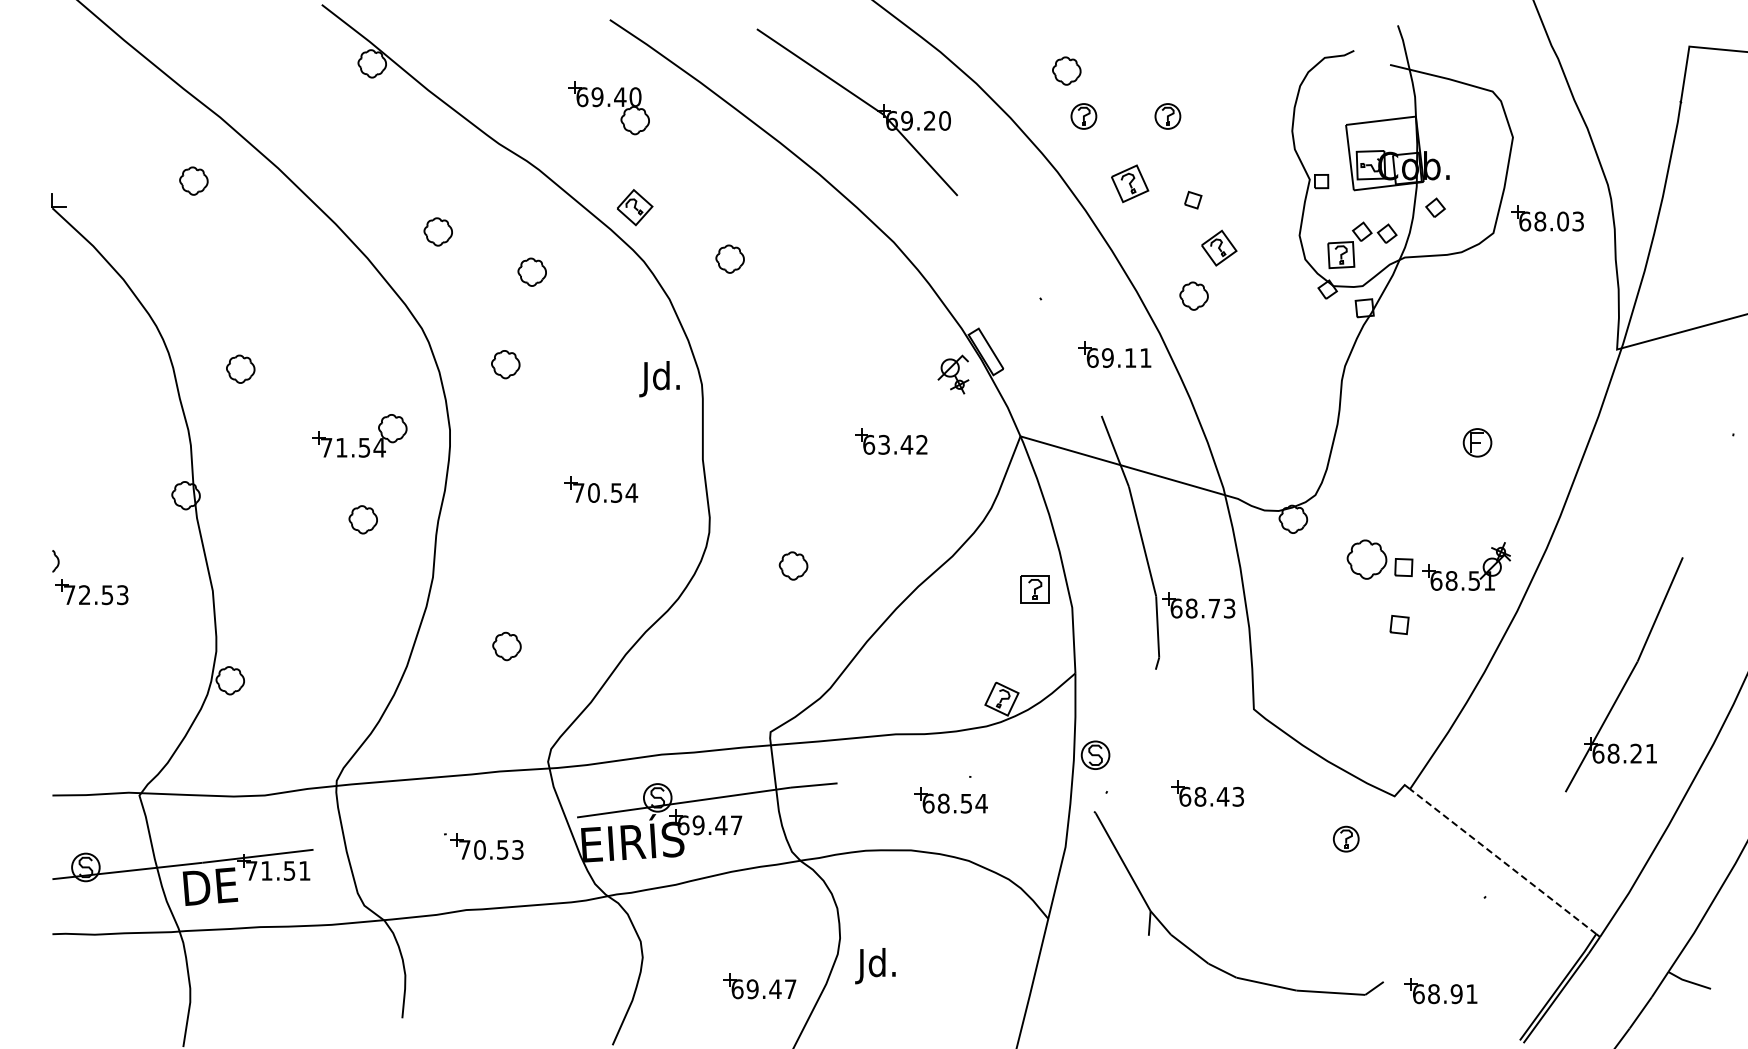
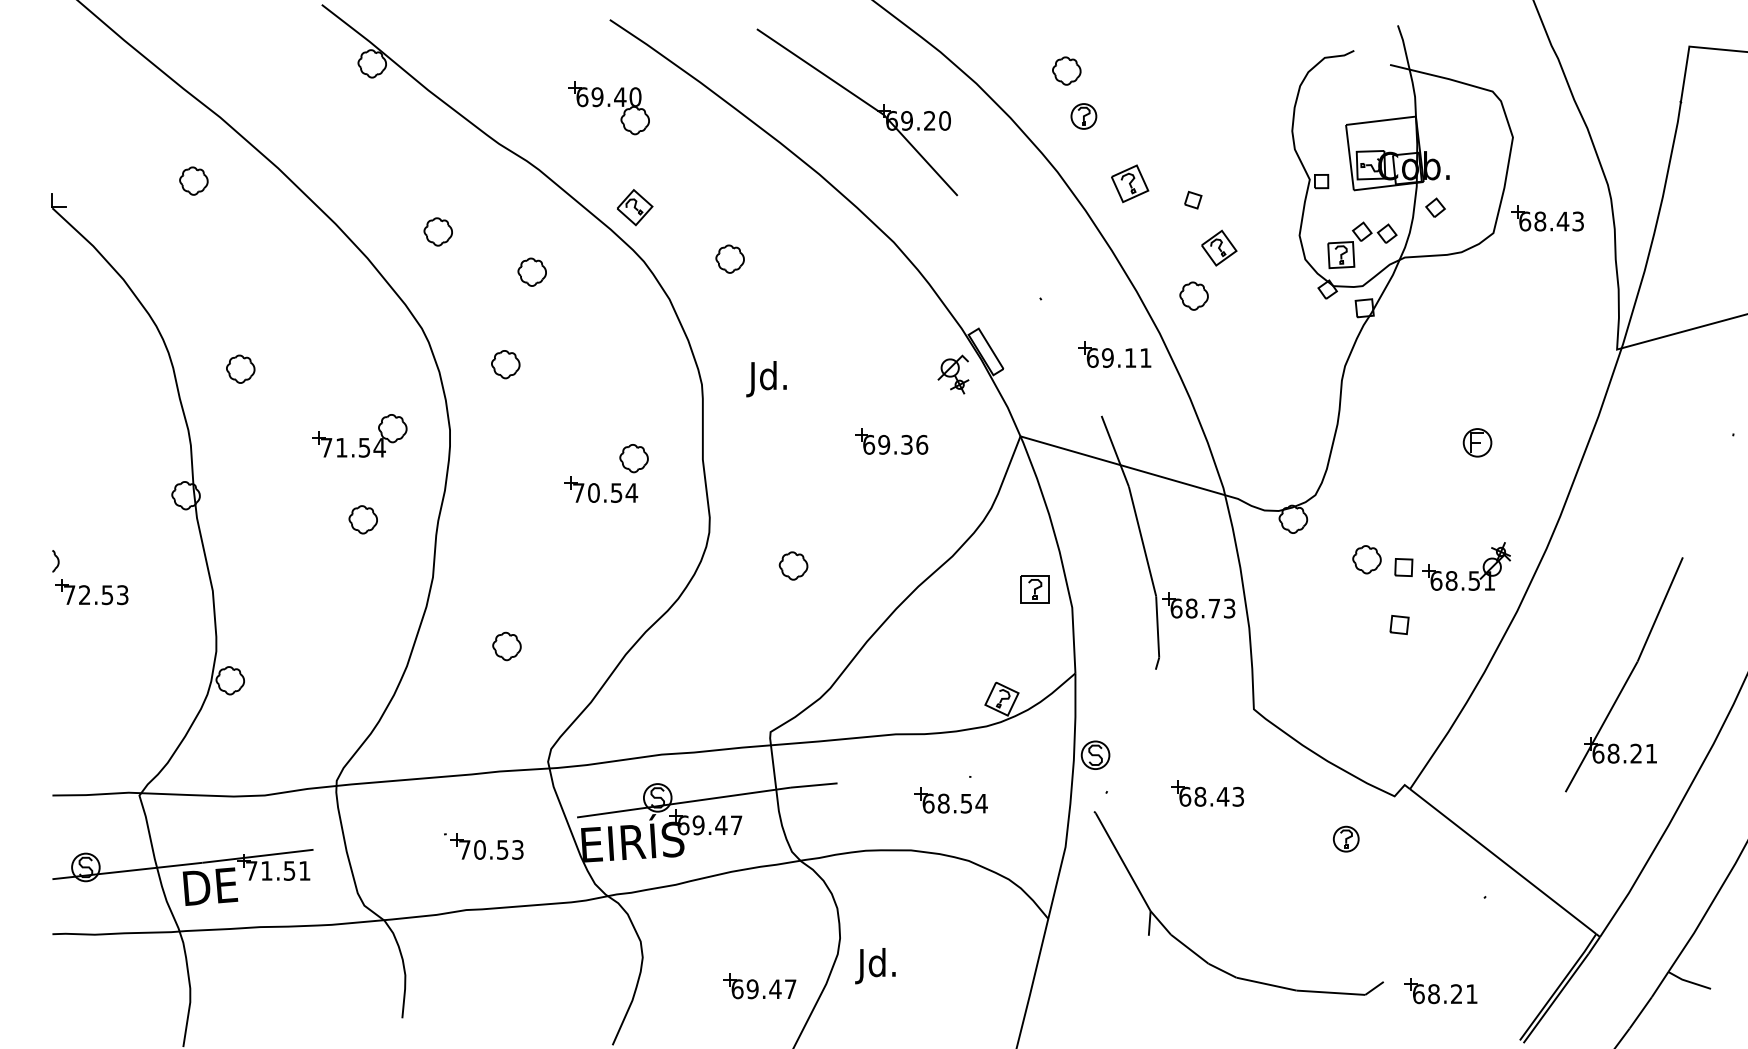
part at (1167, 116): present -> none
text at (1562, 221): 68.03 -> 68.43
text at (659, 379) position: (659, 379) -> (766, 379)
text at (903, 444): 63.42 -> 69.36
part at (633, 458): none -> present
part at (1366, 559) size: 42x41 px -> 30x30 px
line at (1503, 861): dashed -> solid
text at (1456, 994): 68.91 -> 68.21
